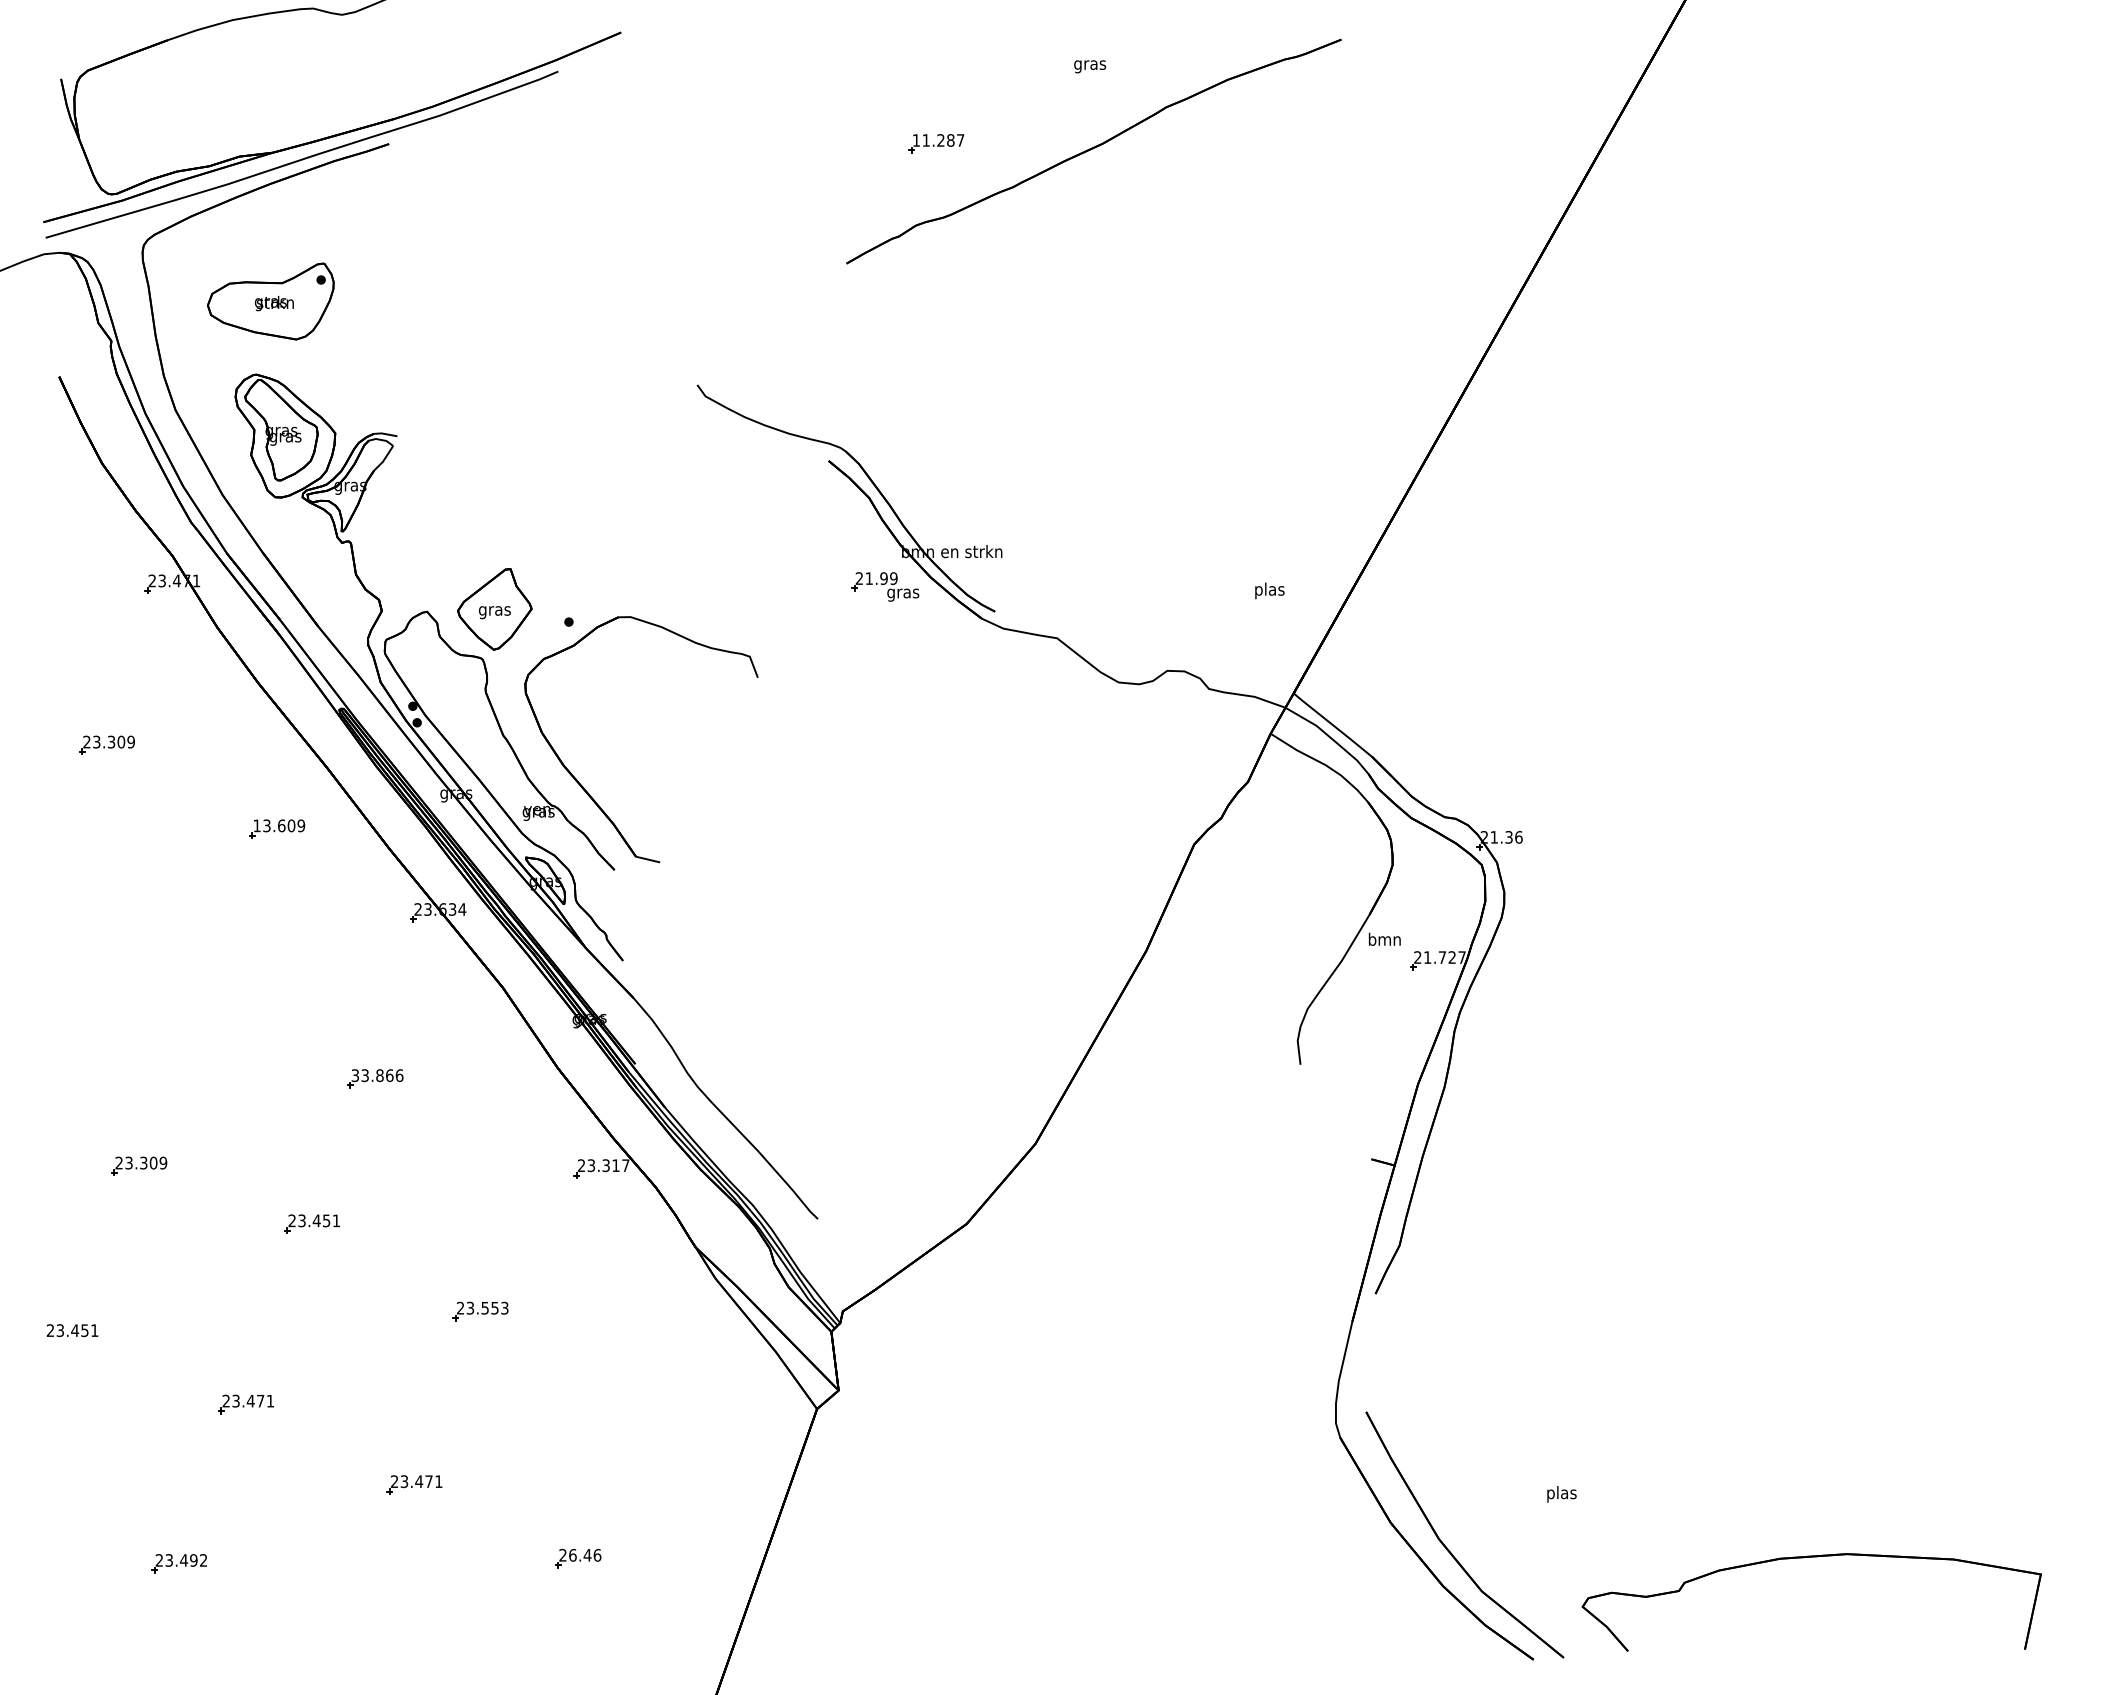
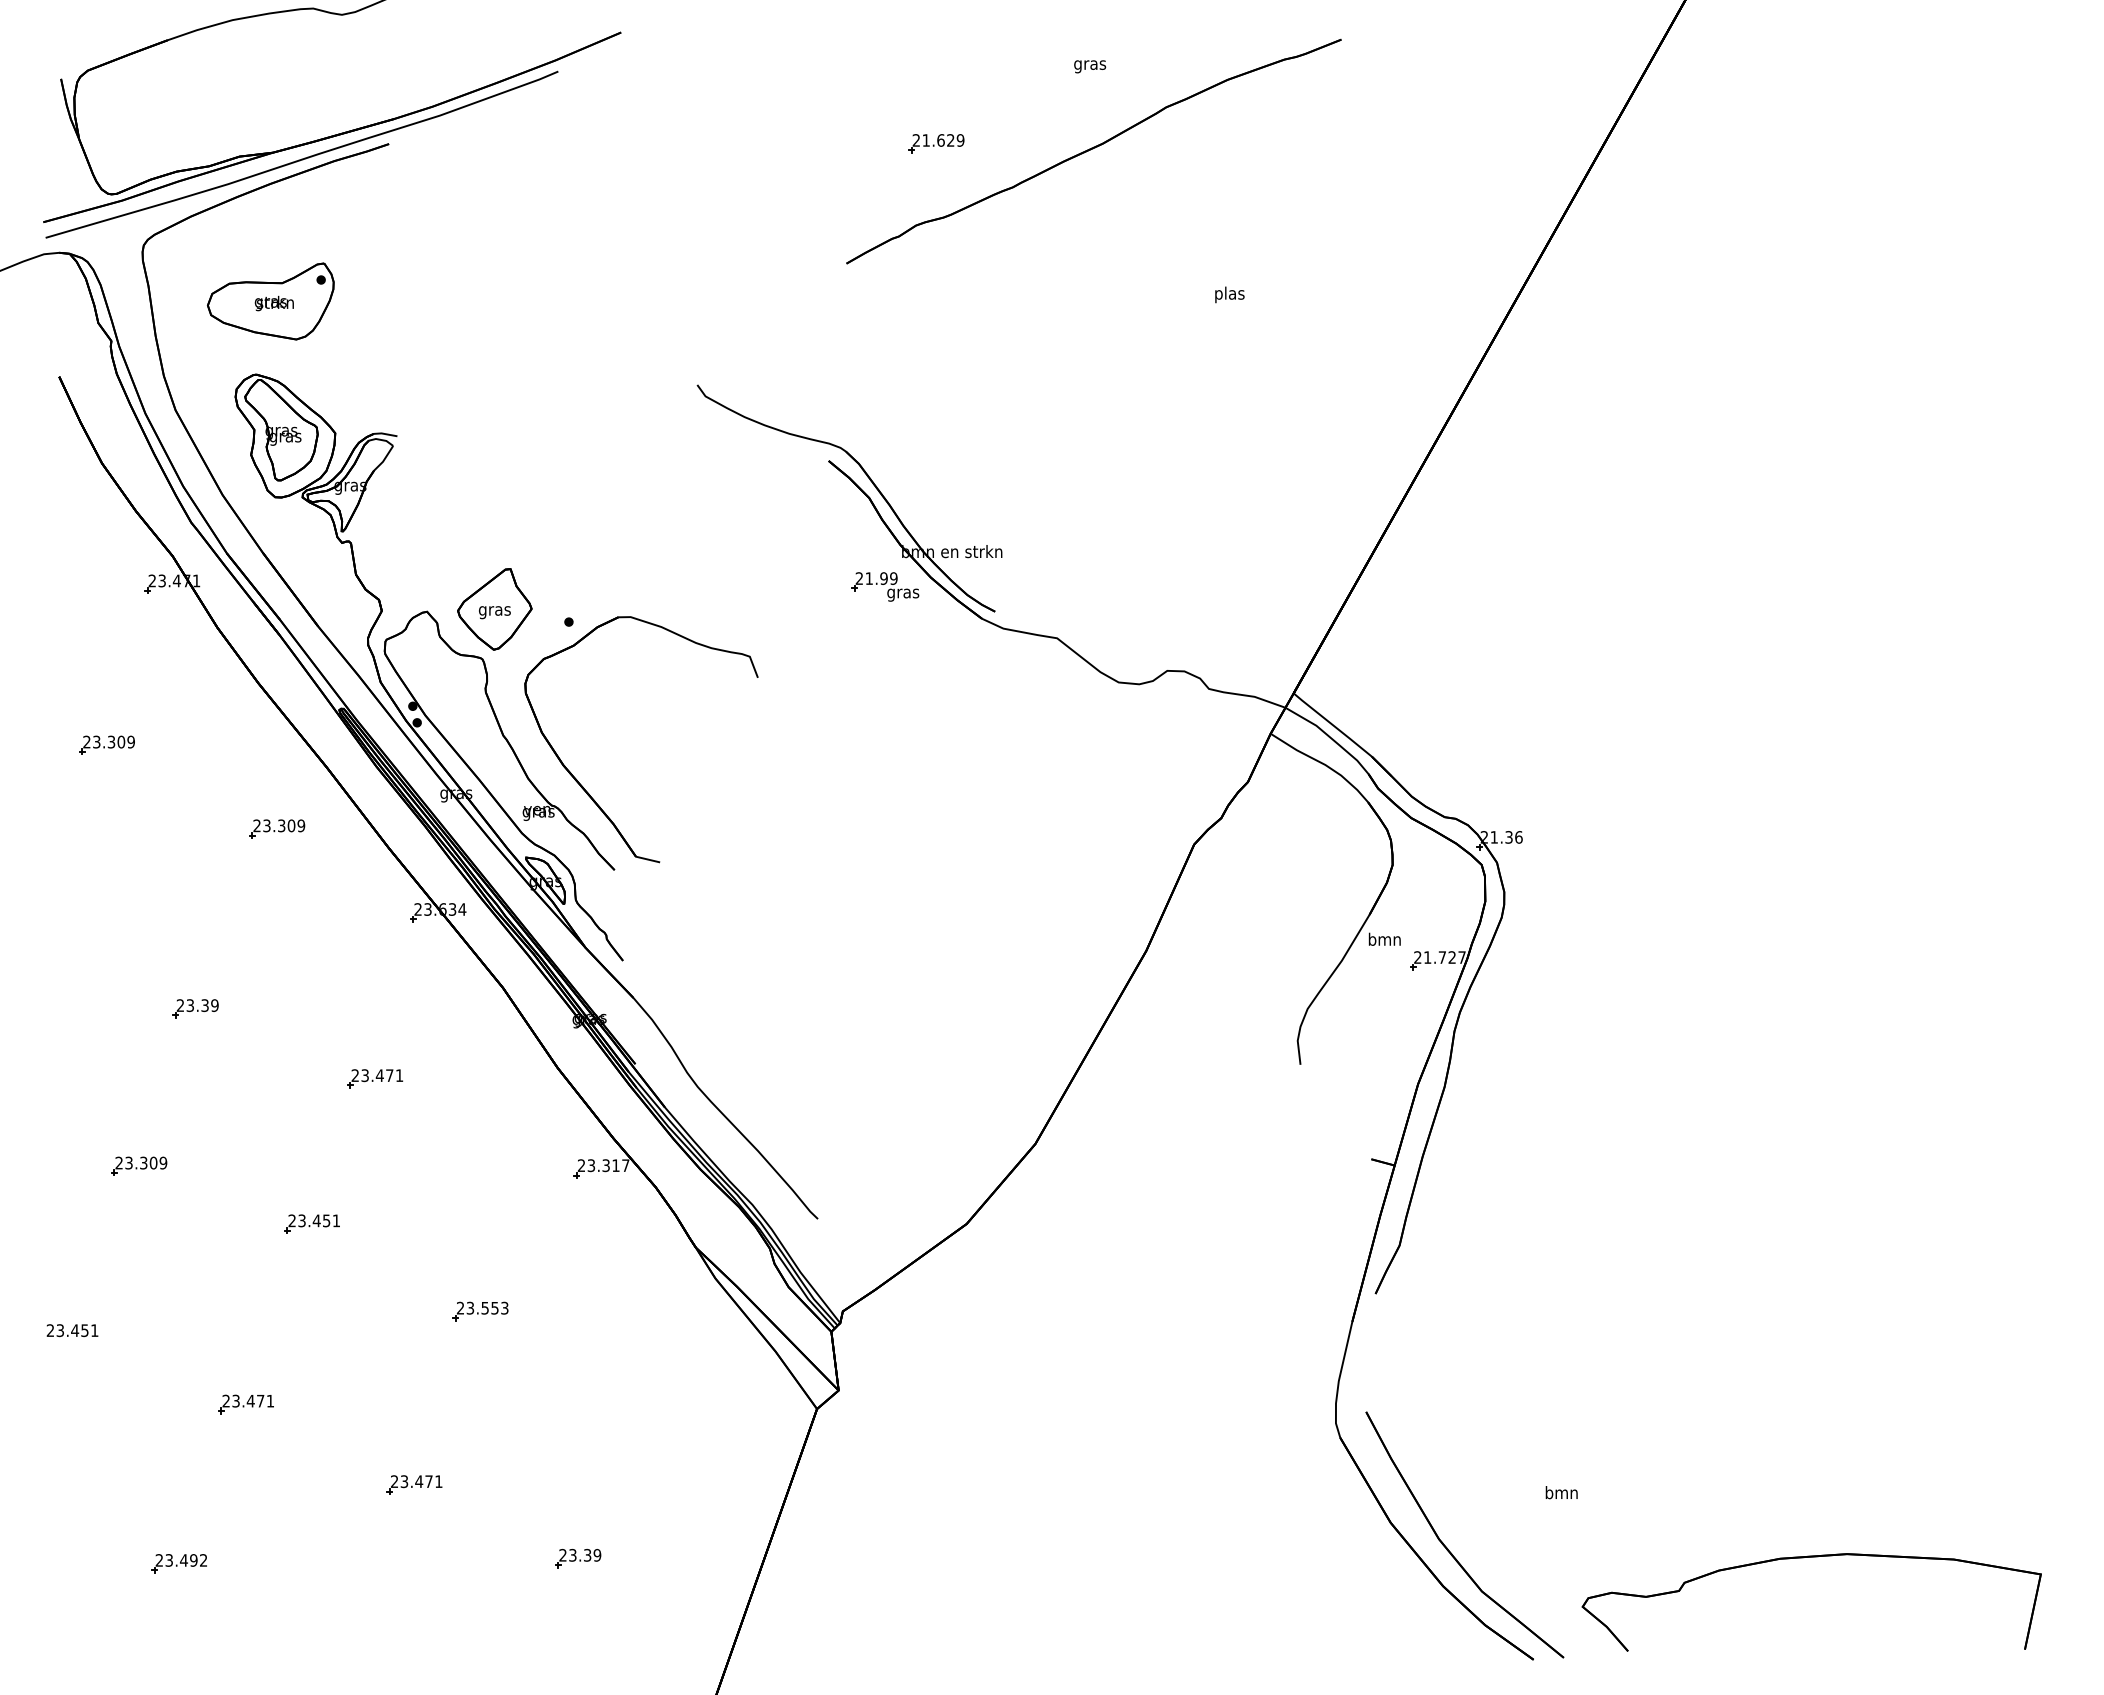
text at (938, 140): 11.287 -> 21.629
text at (1269, 590) position: (1269, 590) -> (1229, 294)
text at (269, 825): 13.609 -> 23.309
part at (195, 1008): none -> present
text at (377, 1075): 33.866 -> 23.471
text at (1561, 1494): plas -> bmn
text at (585, 1554): 26.46 -> 23.39
